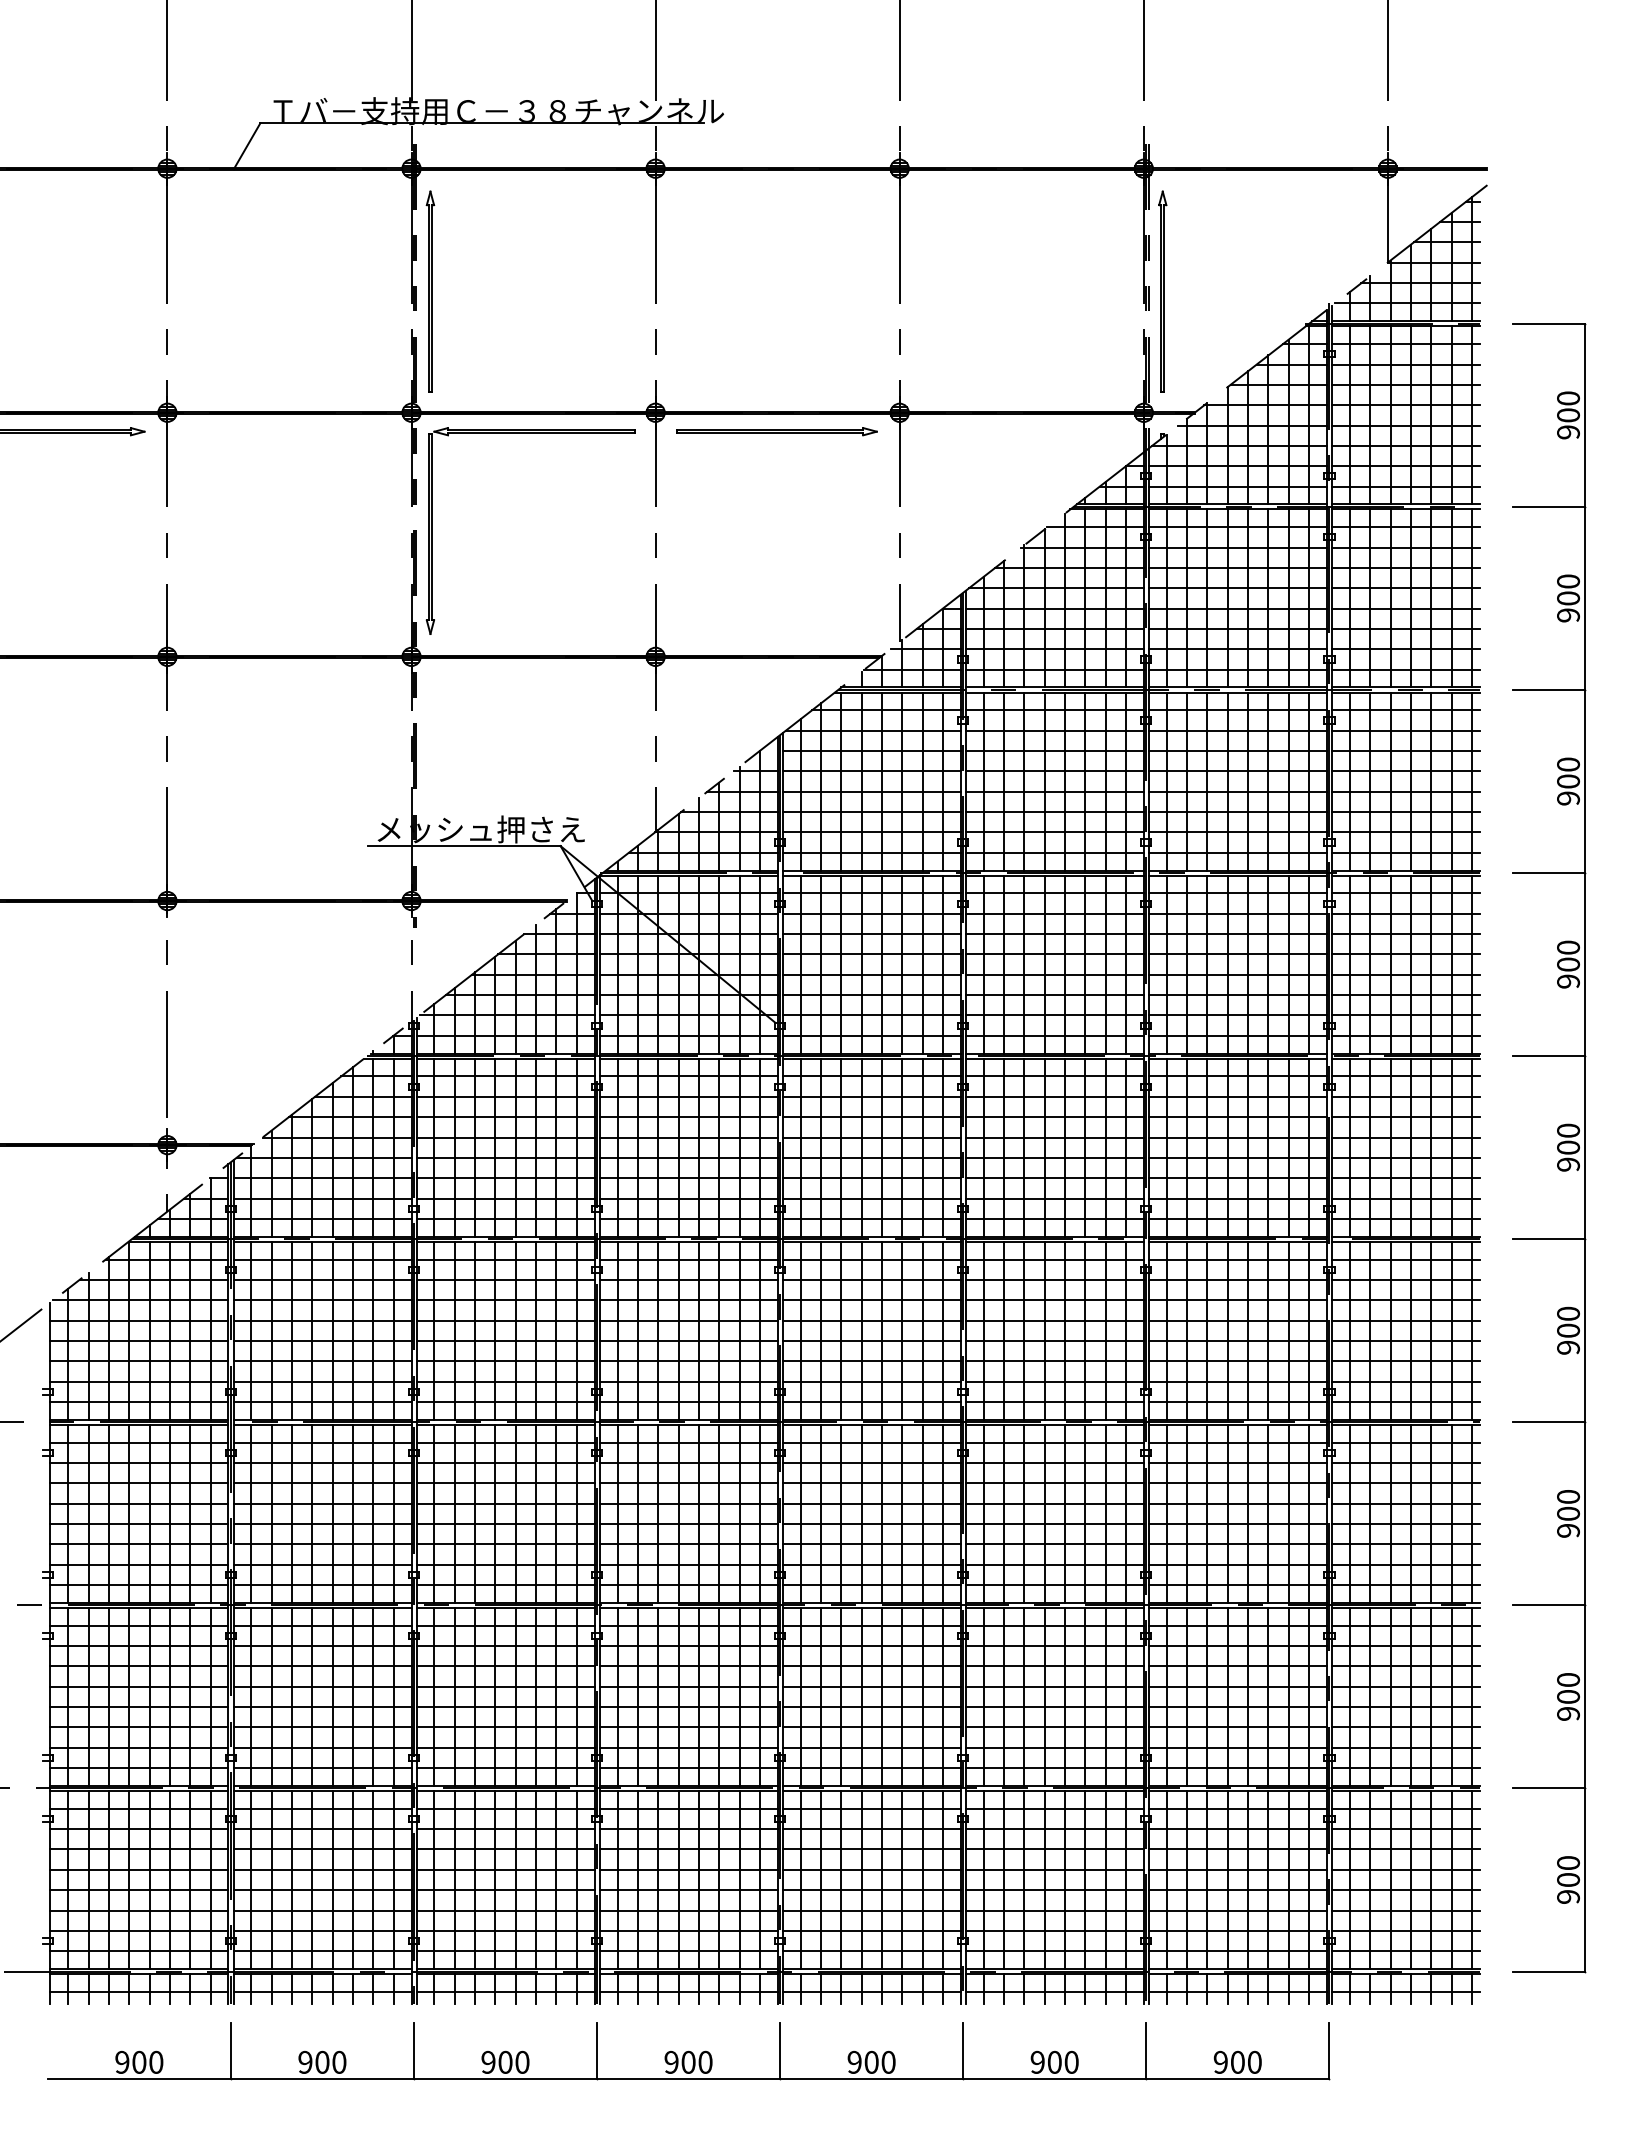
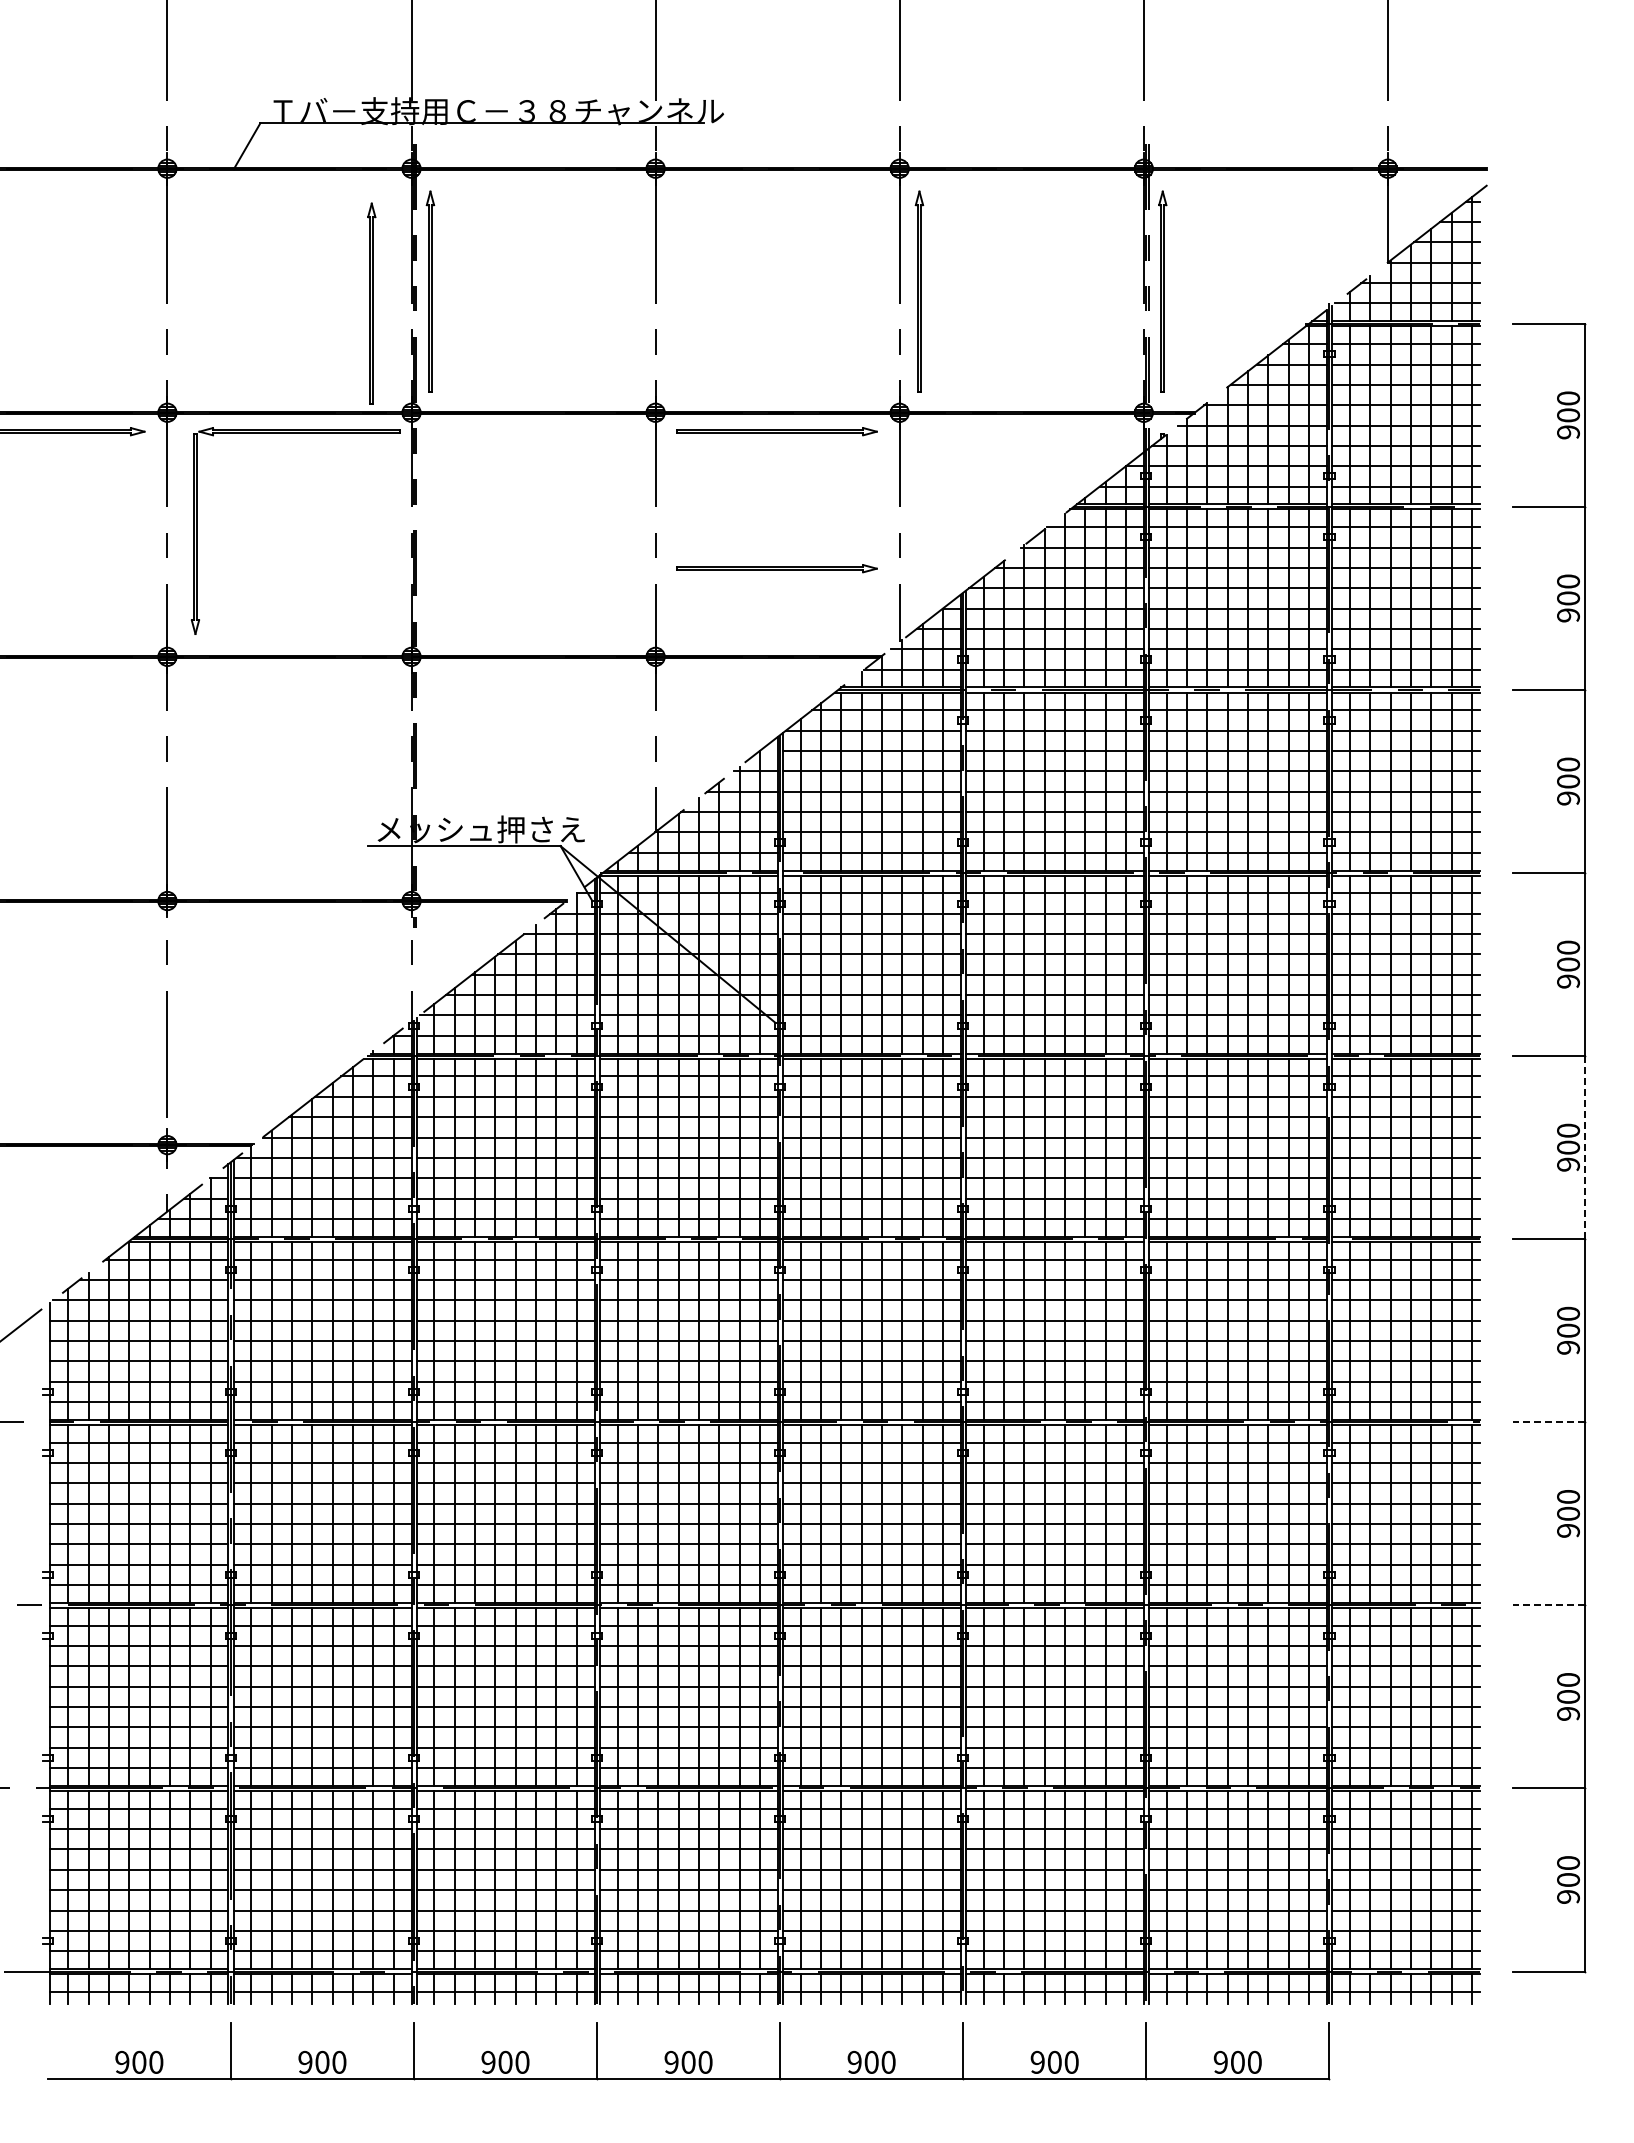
part at (919, 291): none -> present
part at (371, 303): none -> present
part at (530, 433) position: (530, 433) -> (295, 433)
part at (776, 568): none -> present
line at (1584, 1147): solid -> dashed
line at (1548, 1422): solid -> dashed
line at (1548, 1605): solid -> dashed
